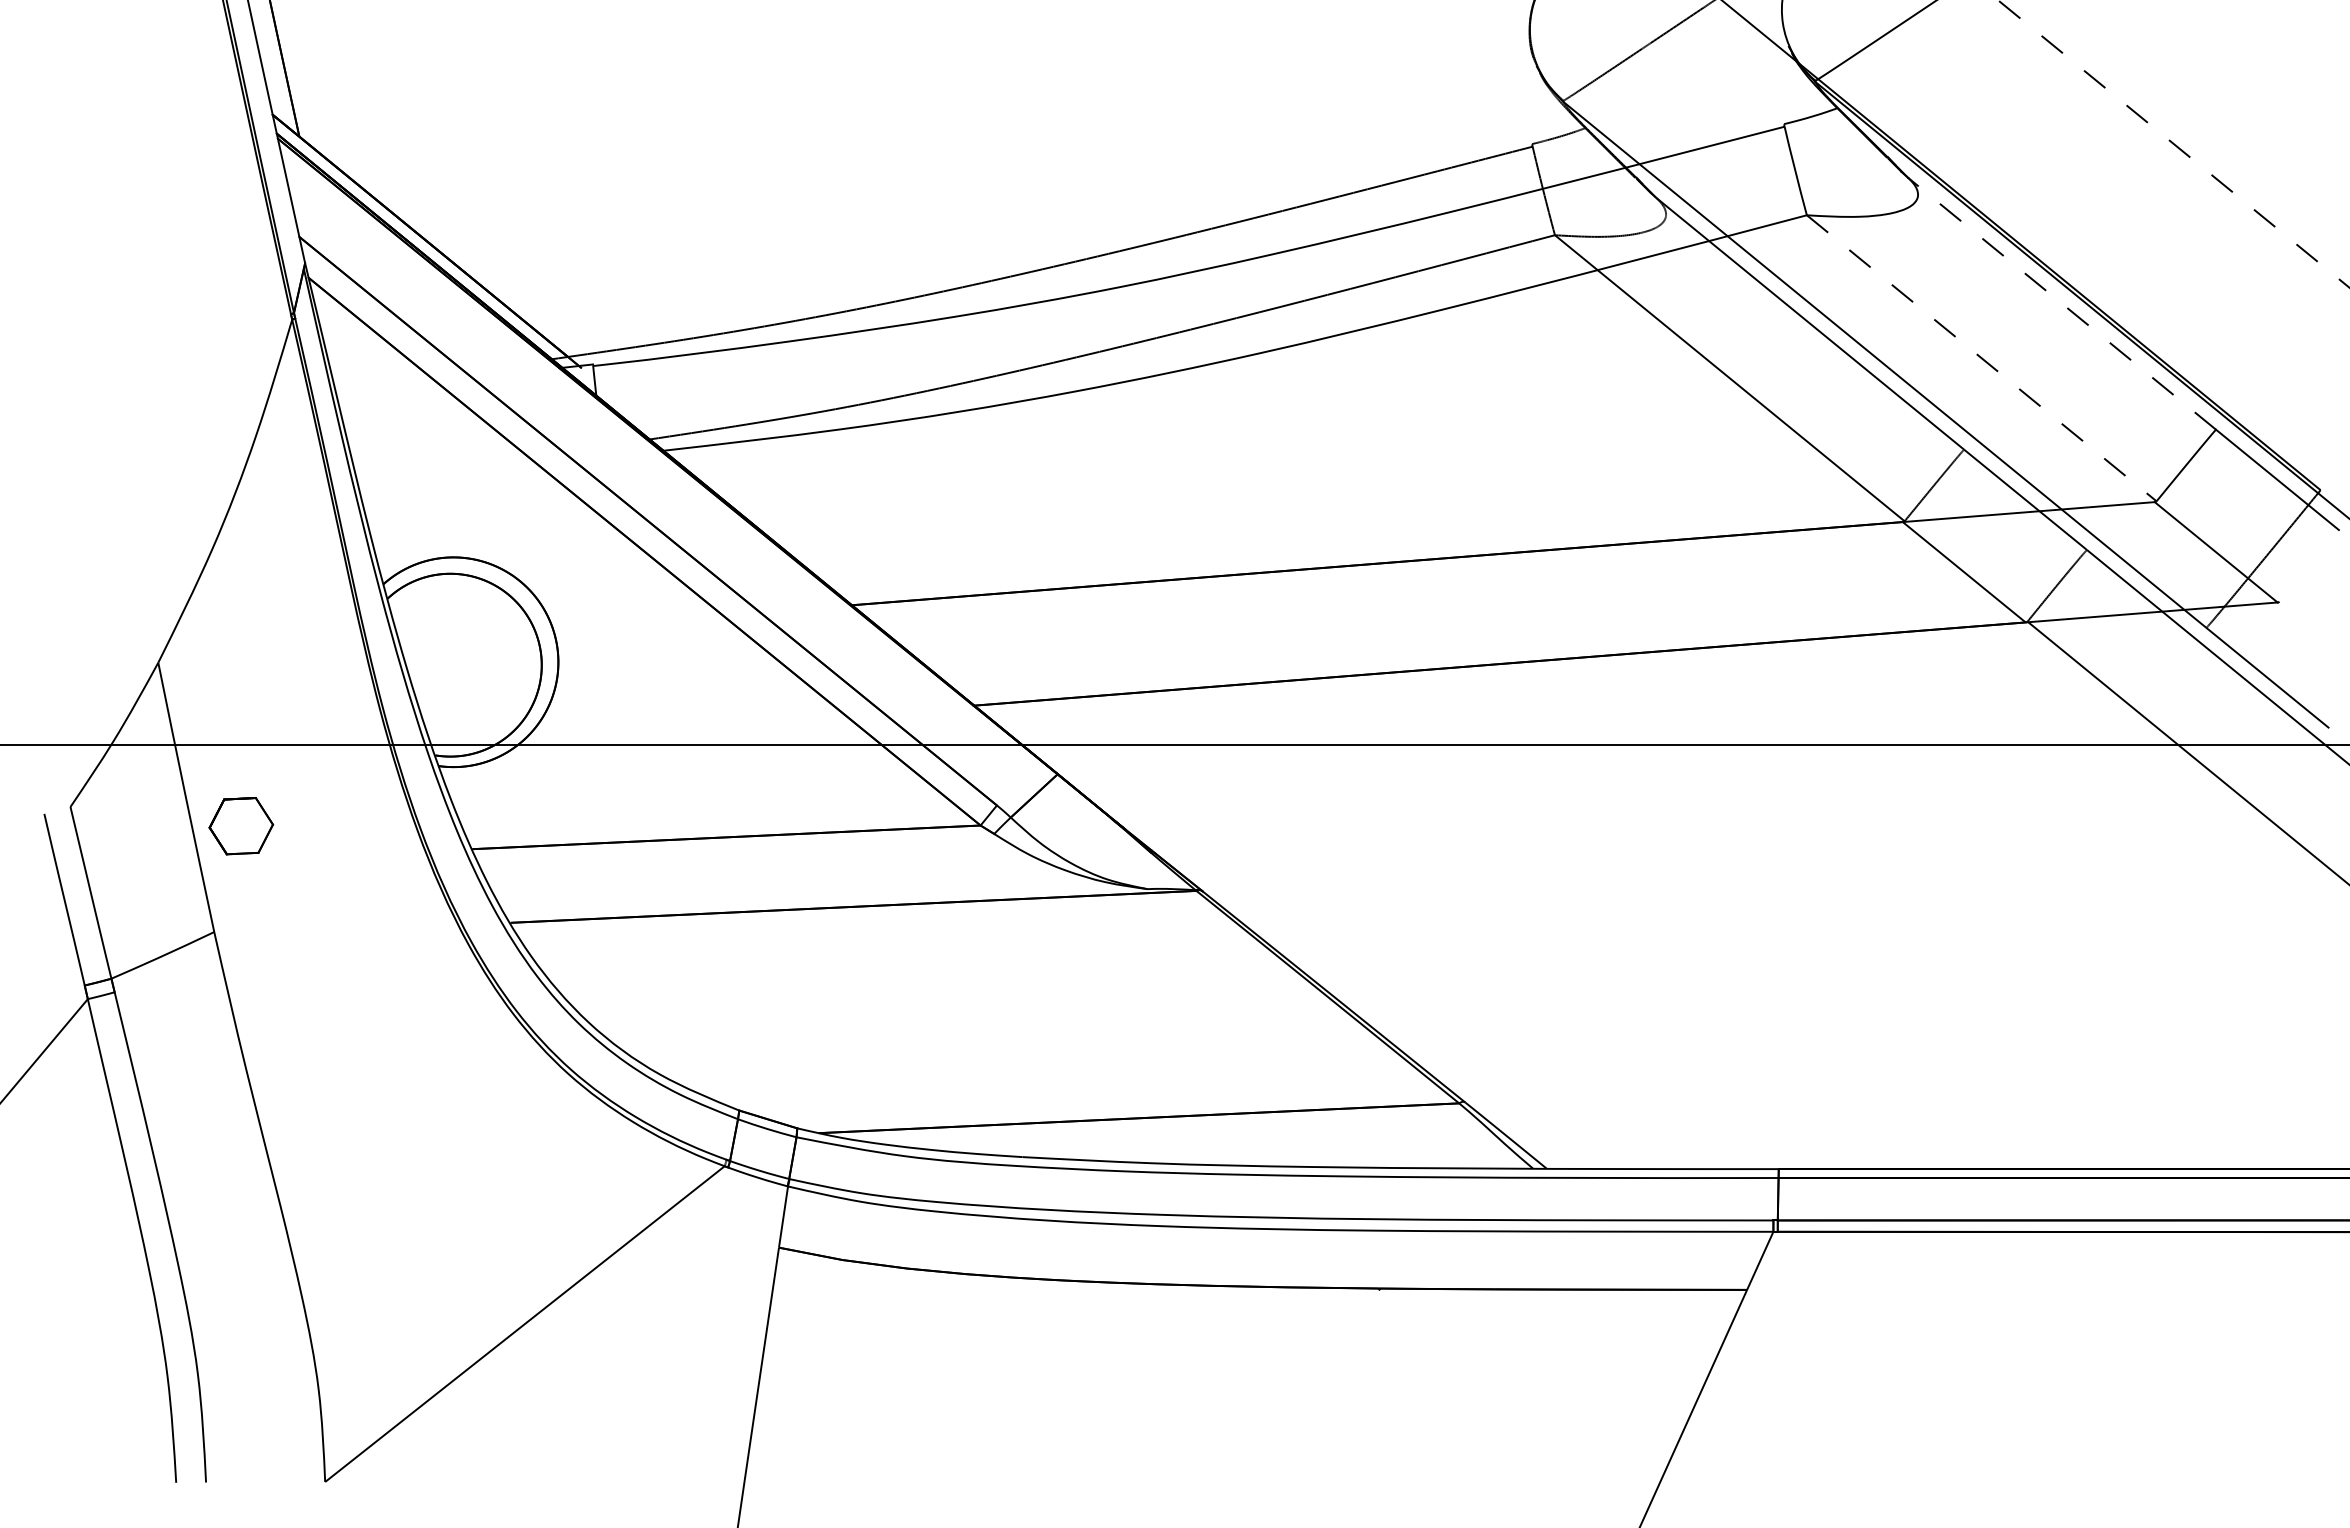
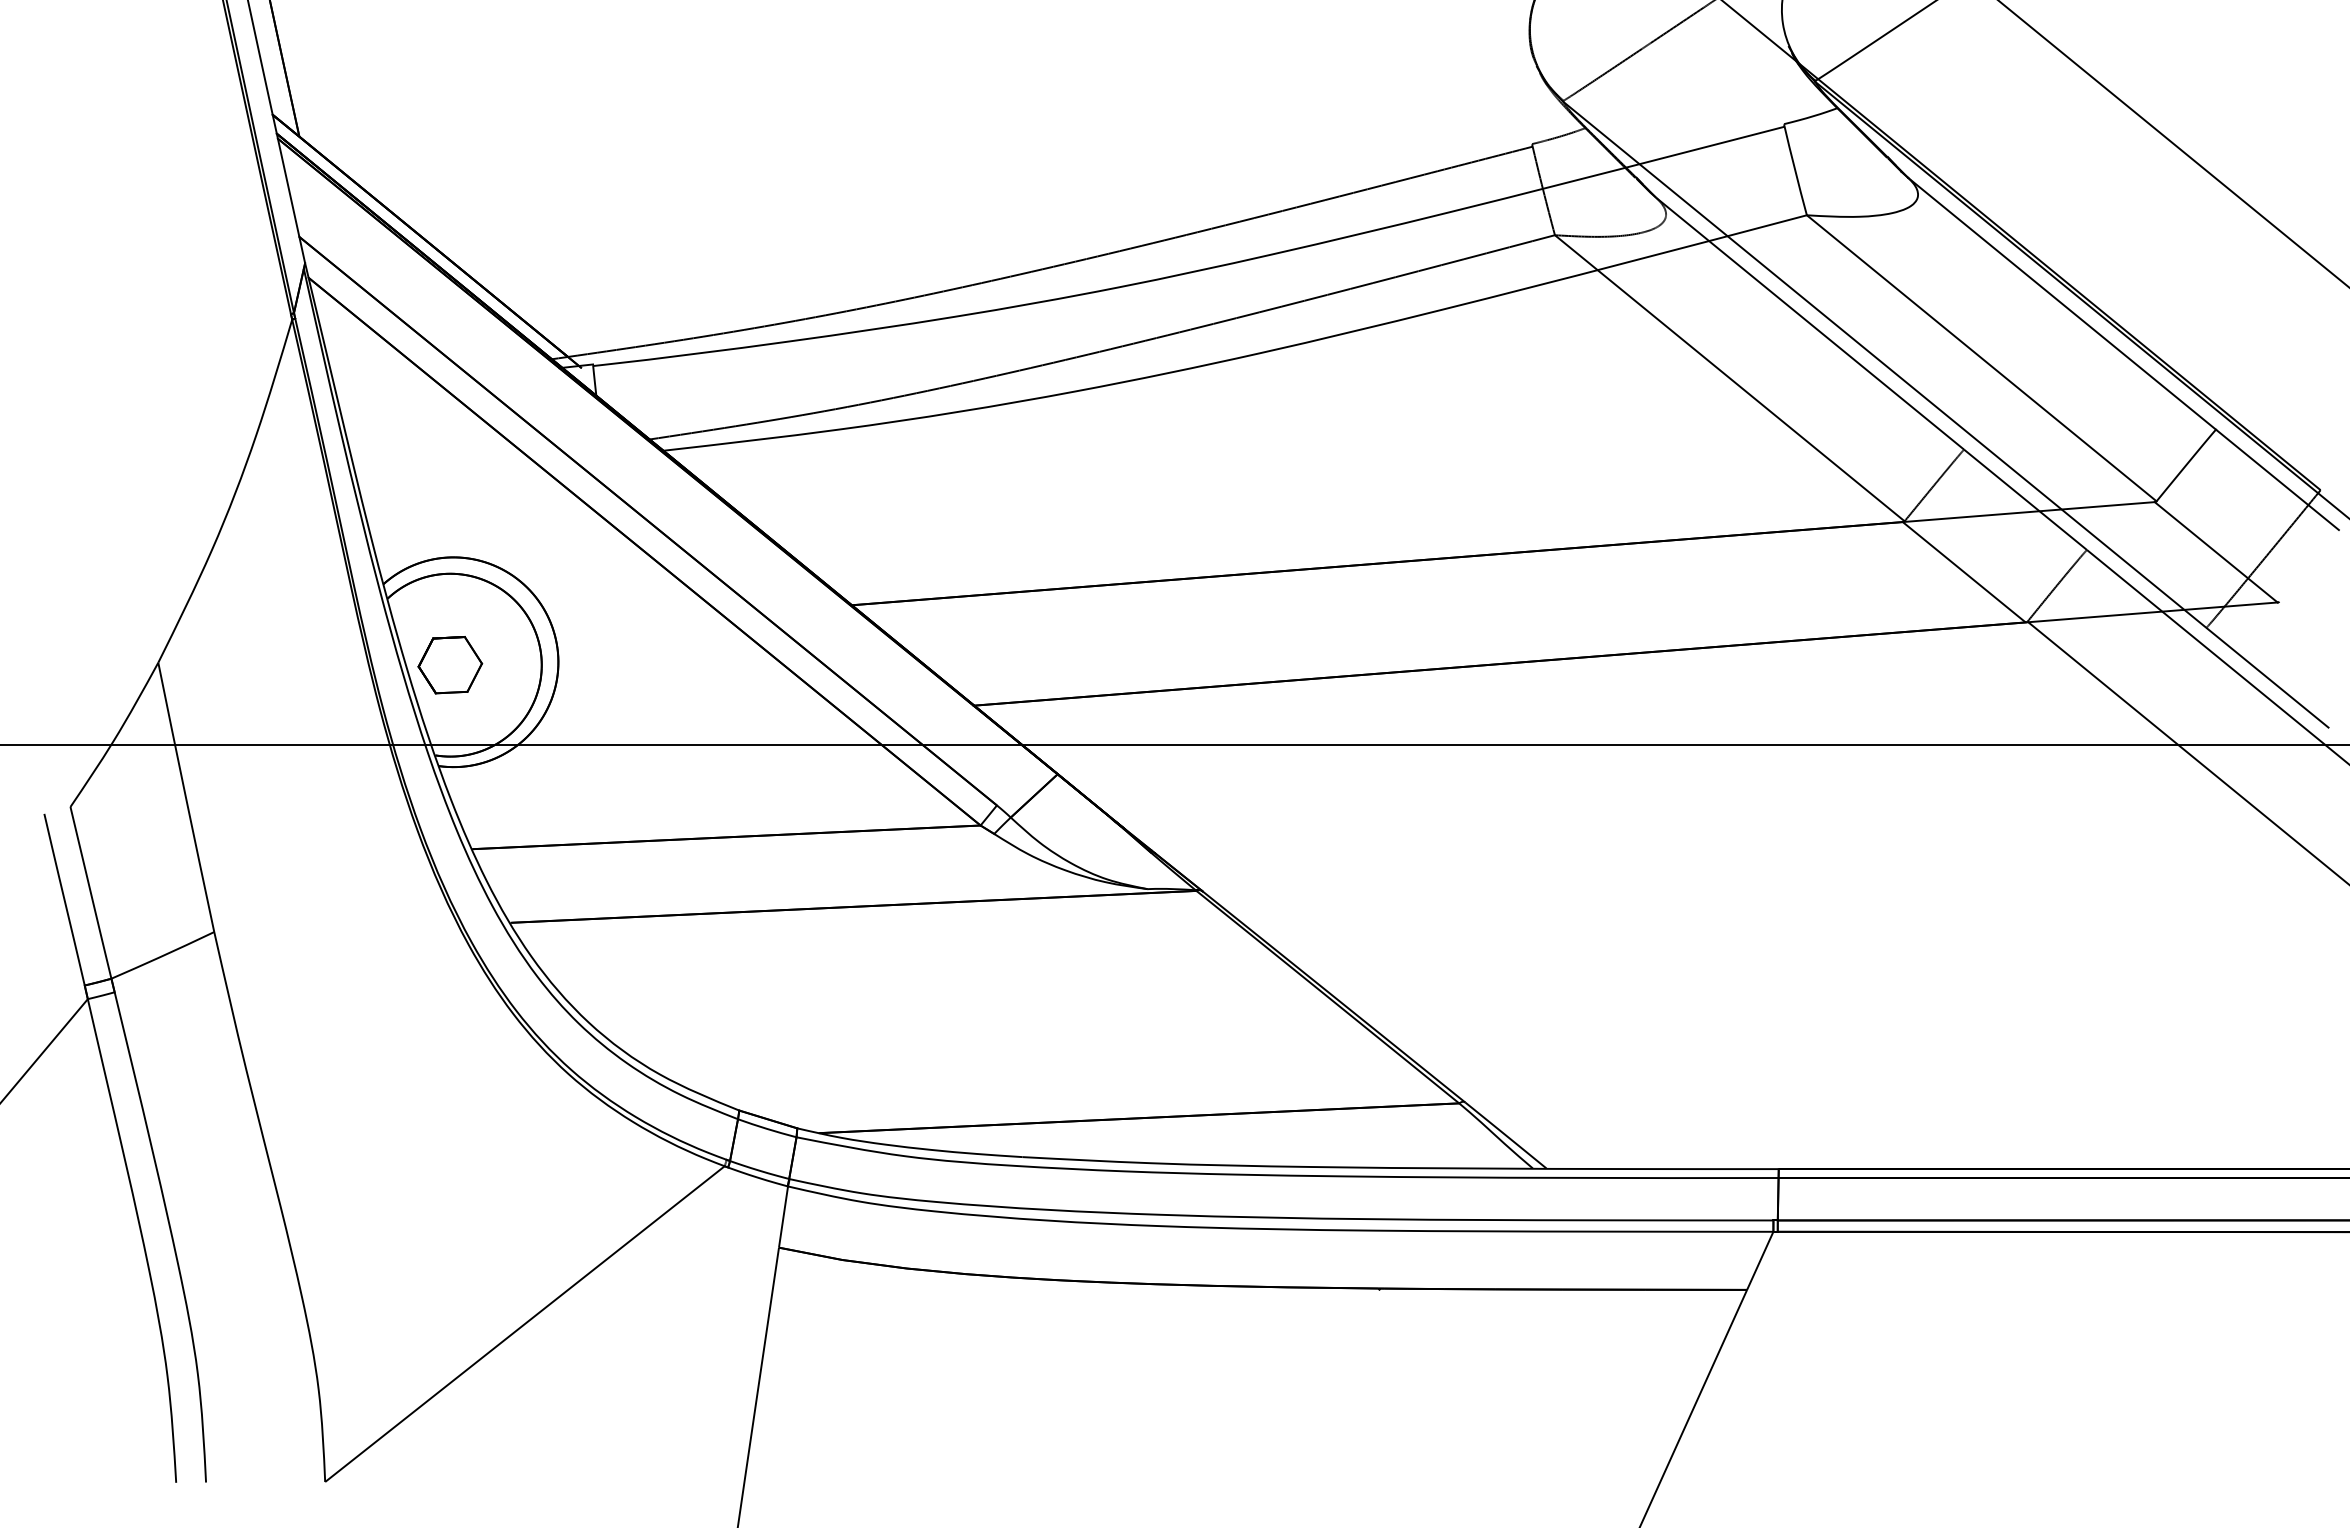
line at (2174, 144): dashed -> solid
line at (2062, 303): dashed -> solid
line at (1981, 358): dashed -> solid
part at (241, 826) position: (241, 826) -> (450, 665)
